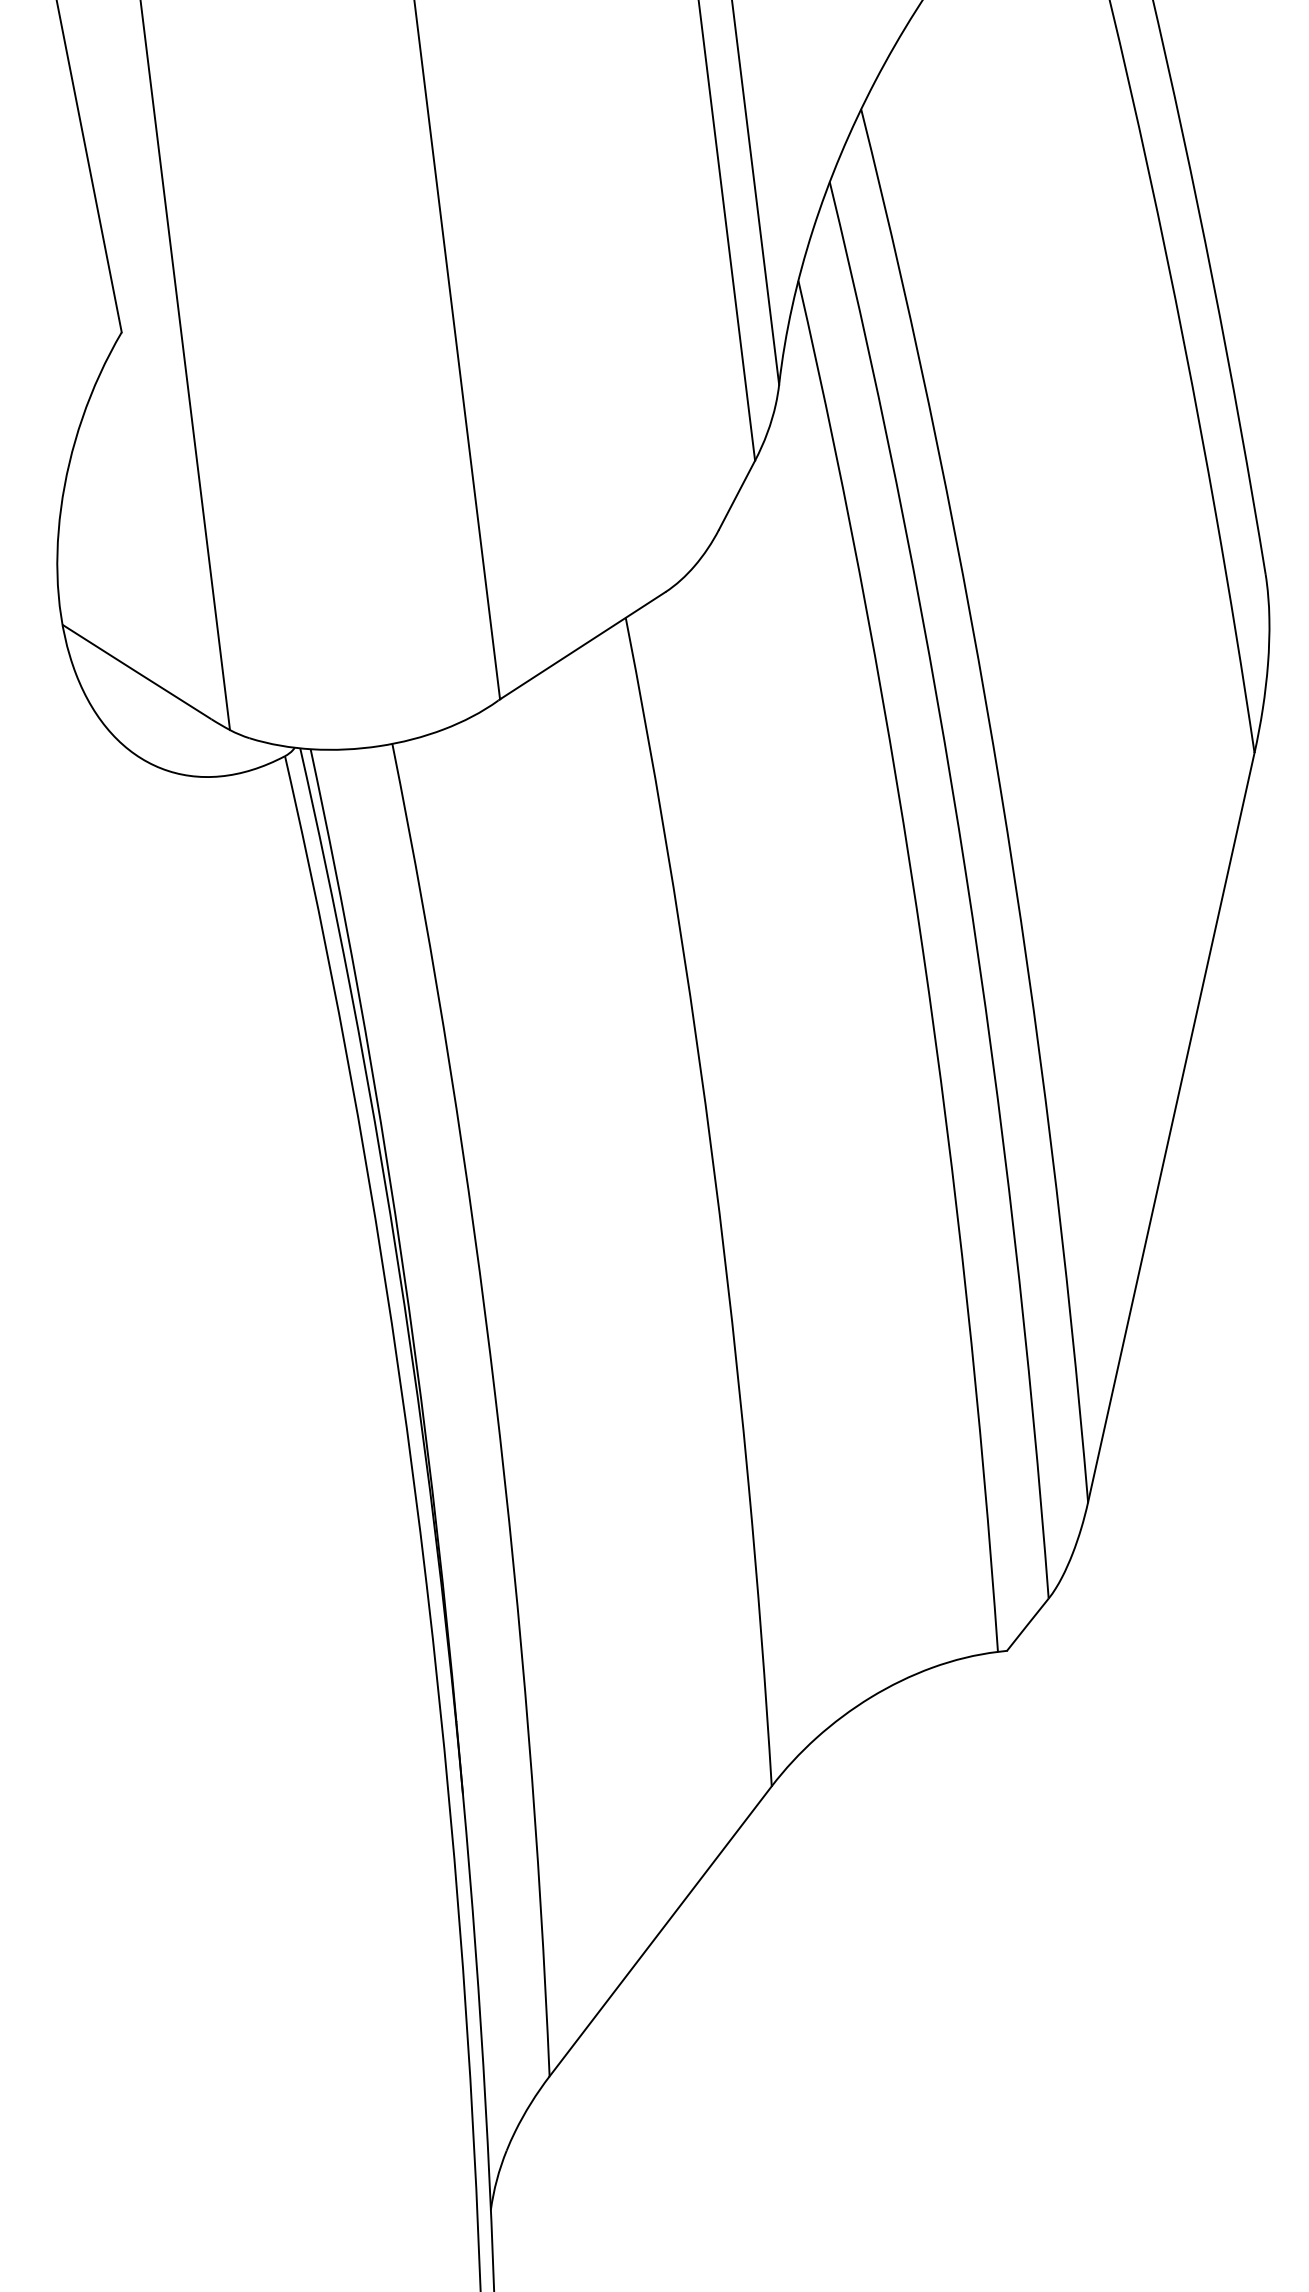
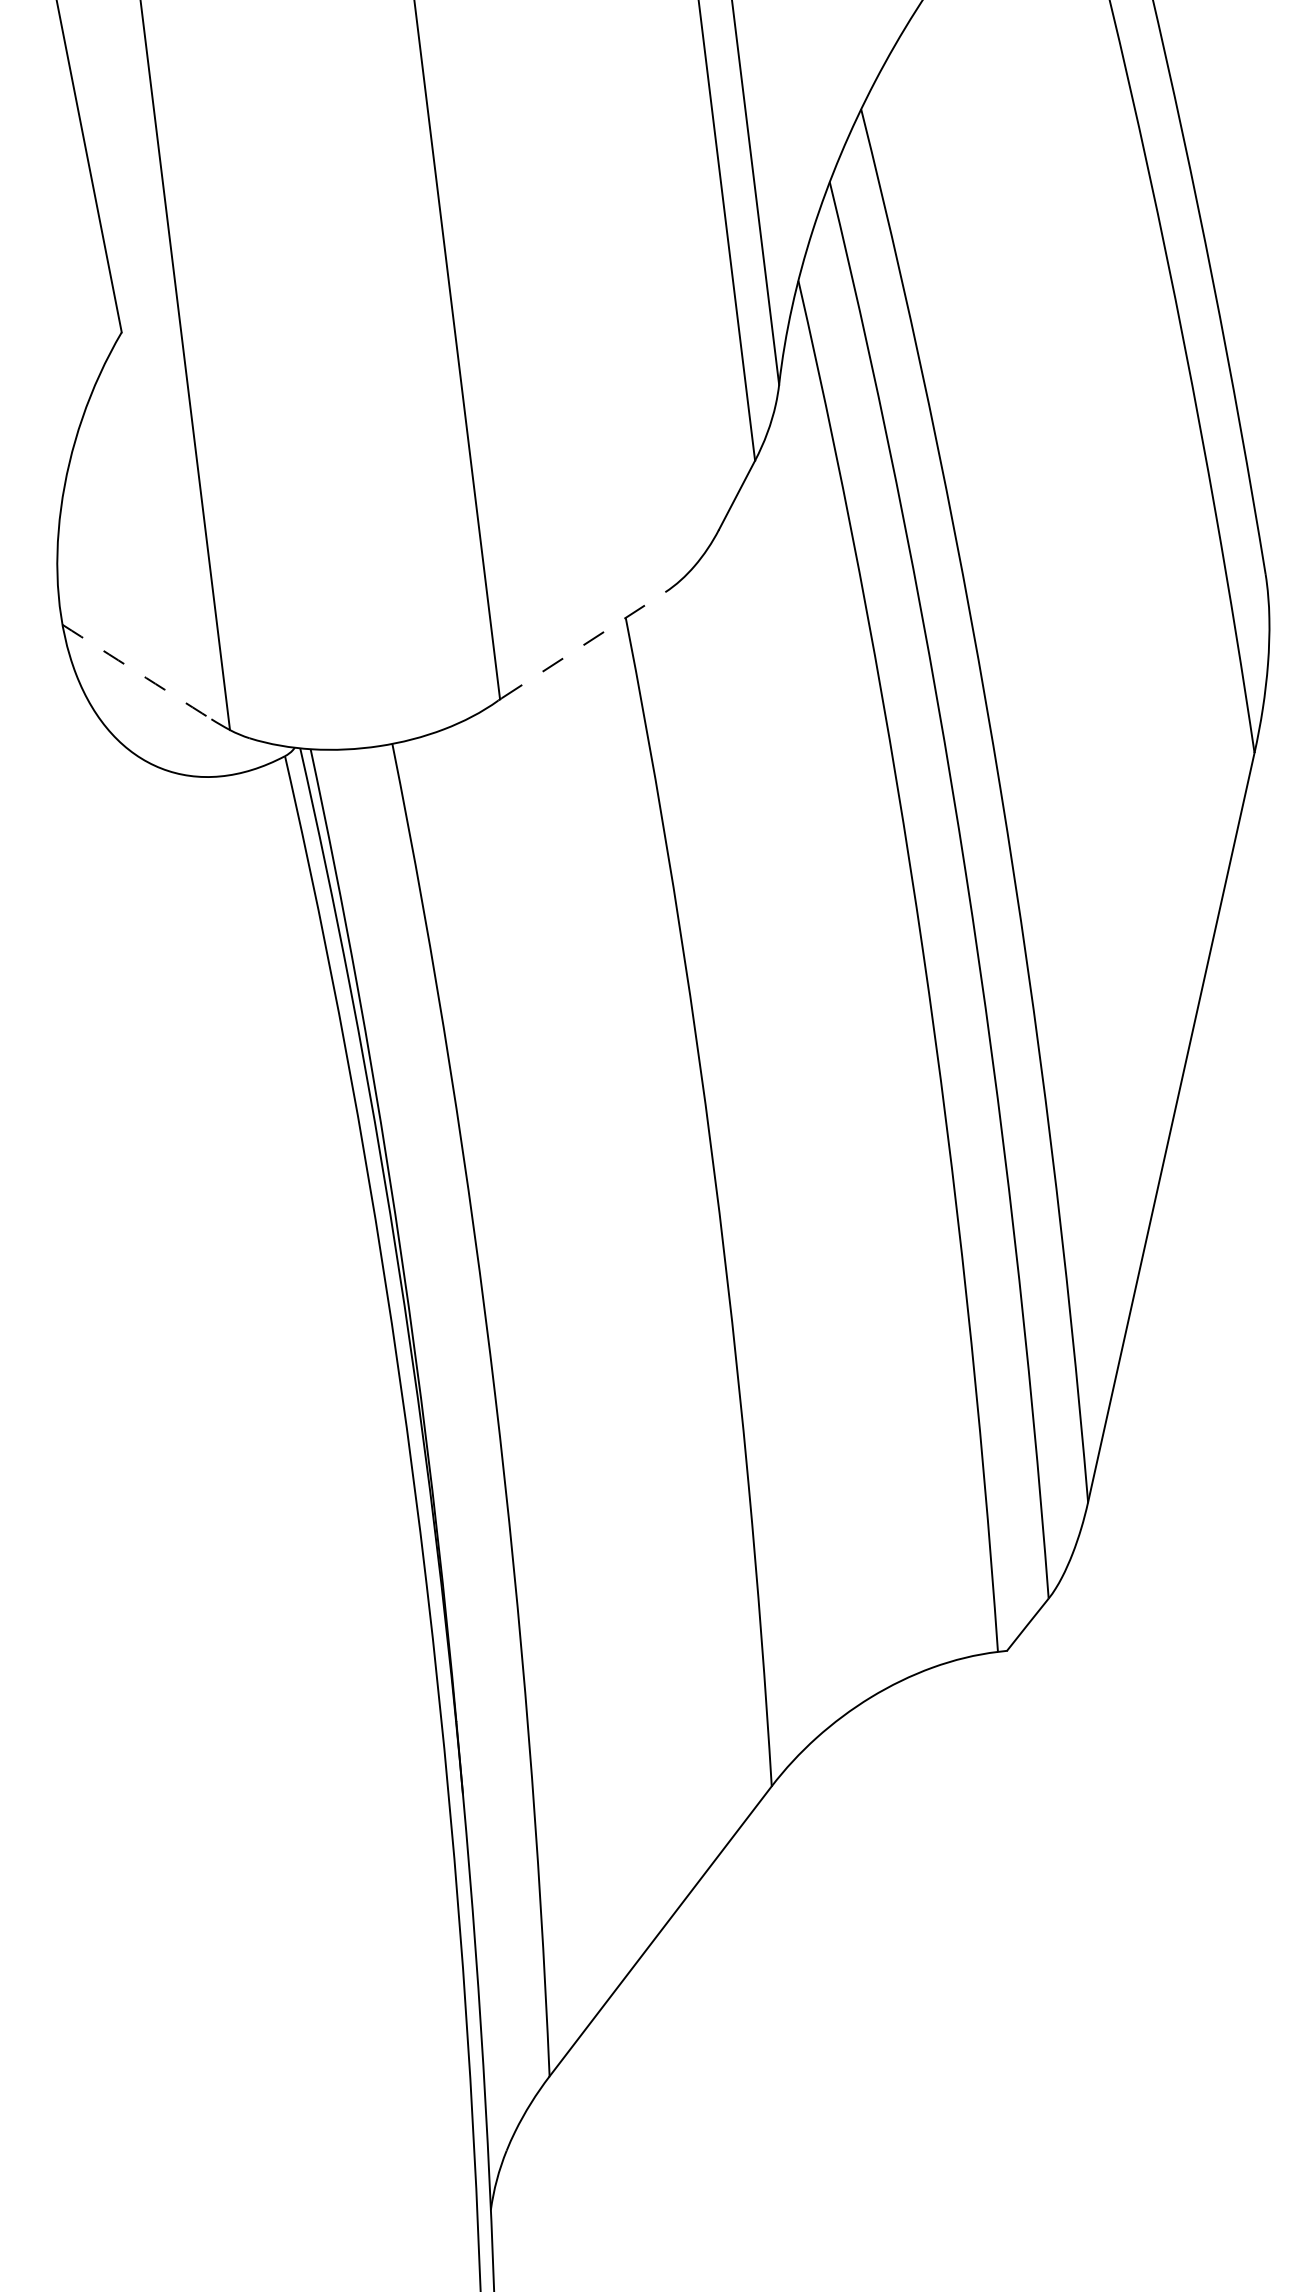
line at (584, 644): solid -> dashed
arc at (136, 672): solid -> dashed
